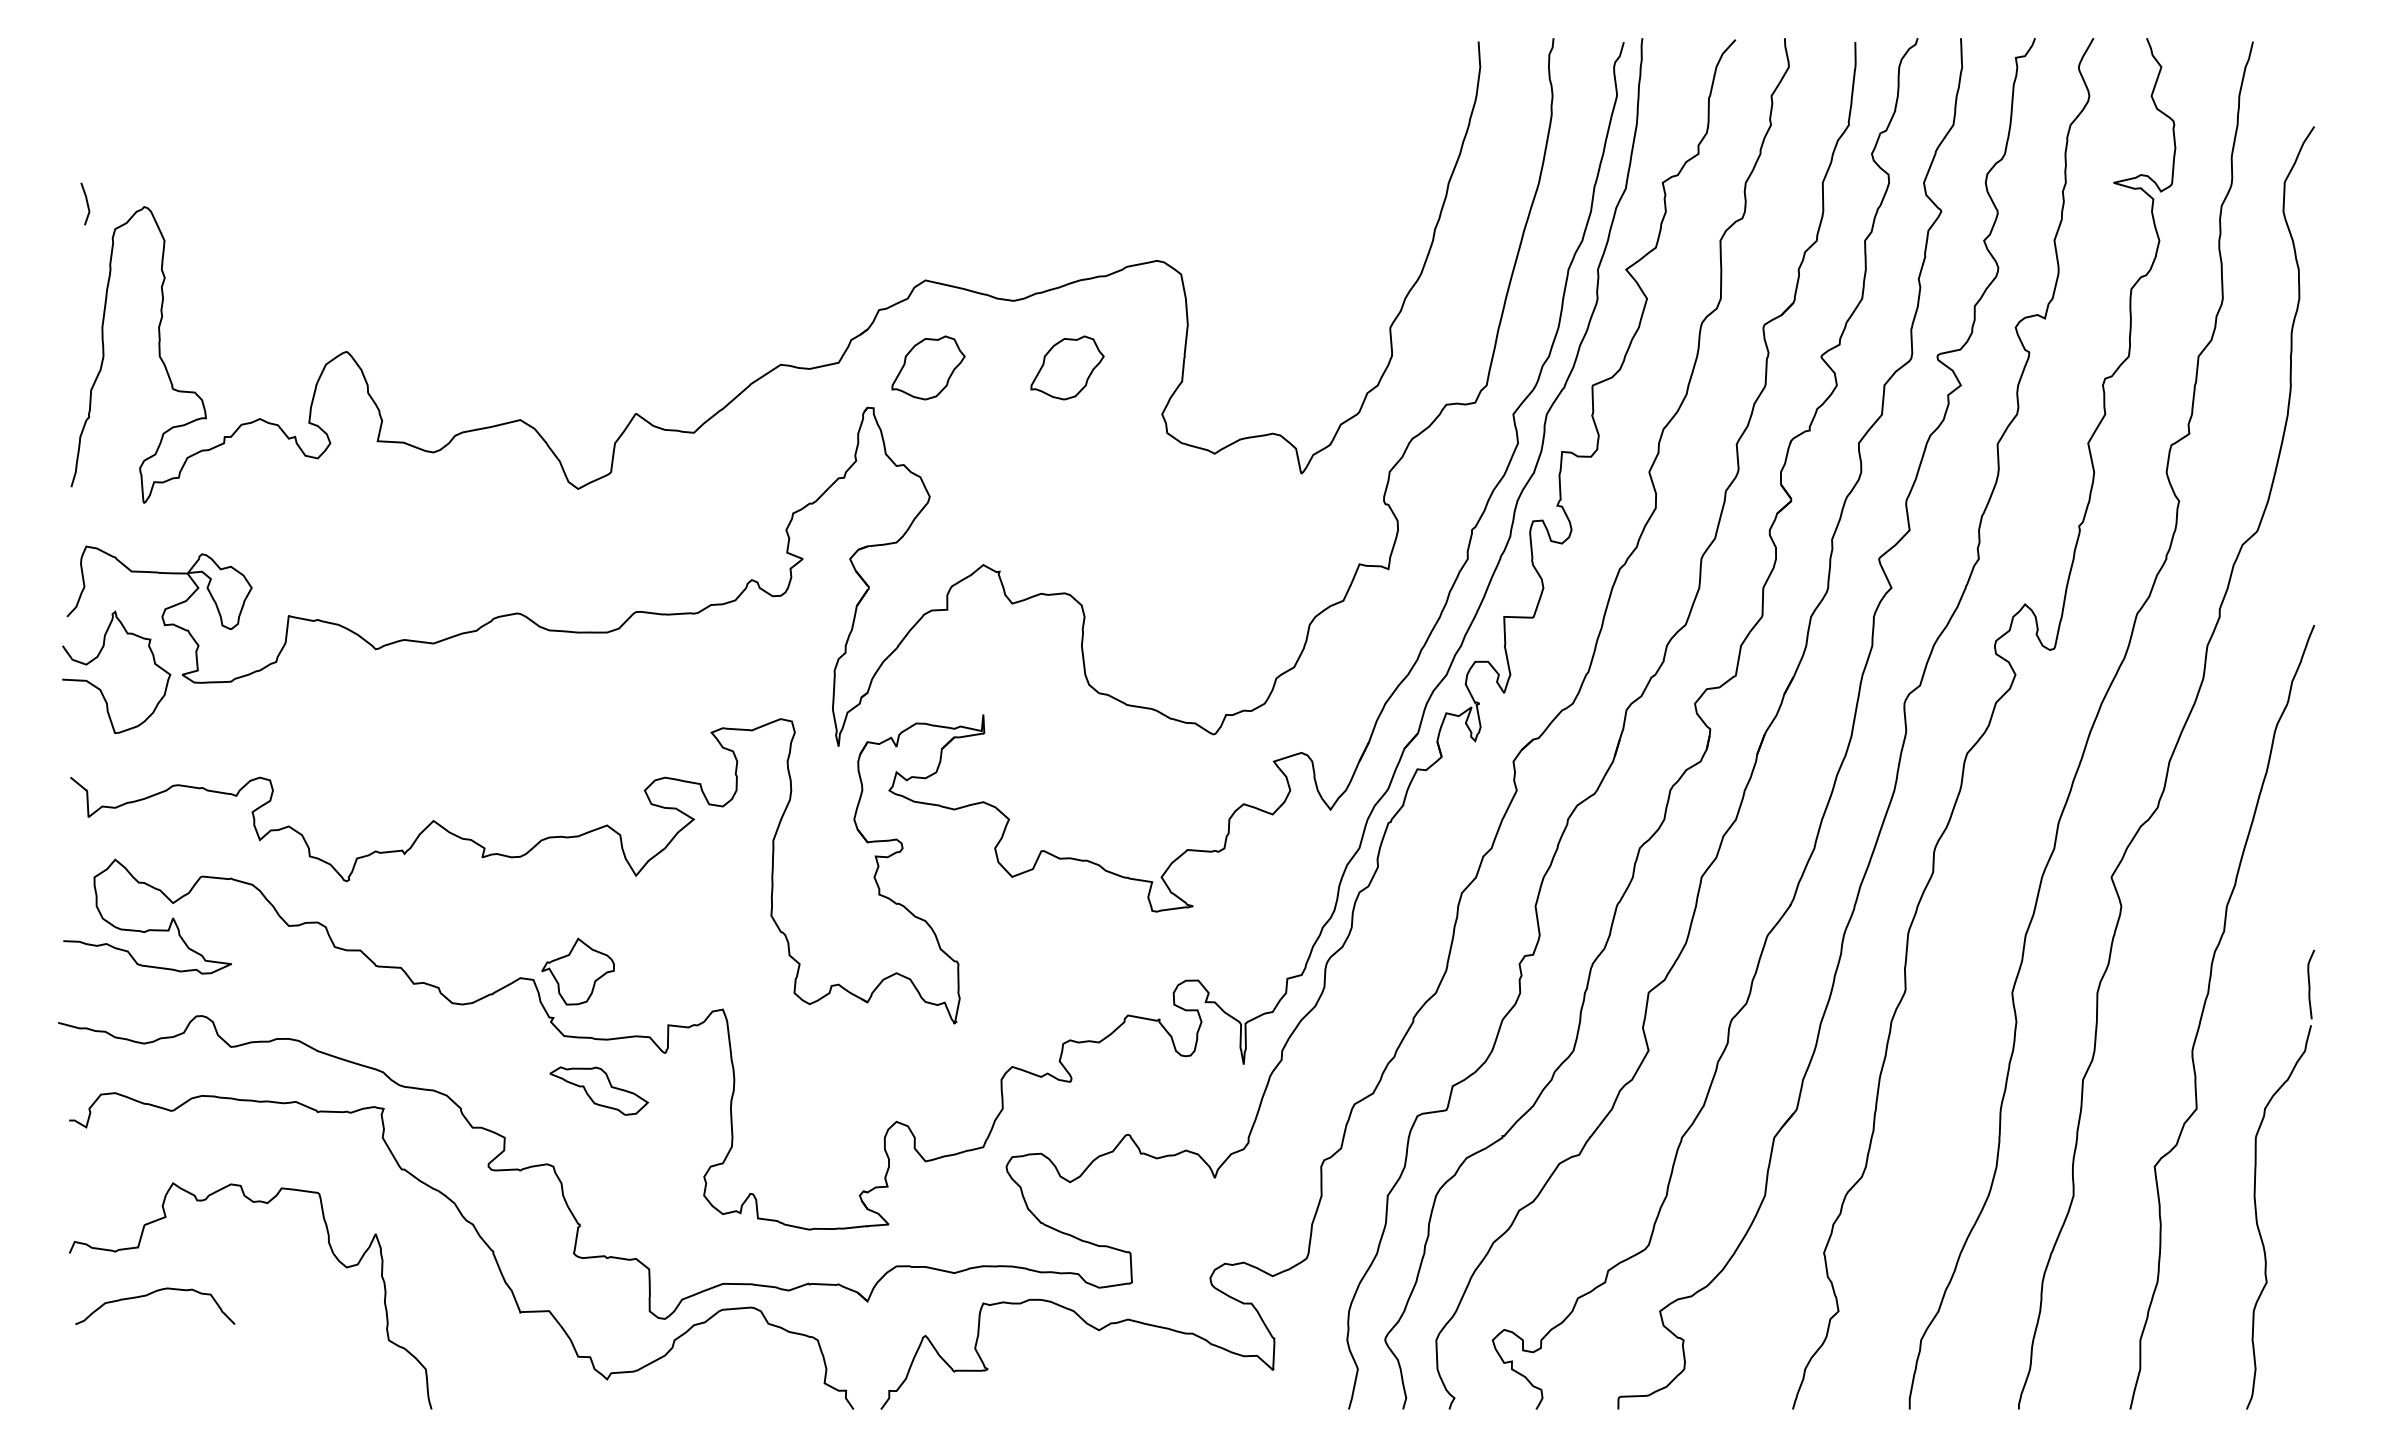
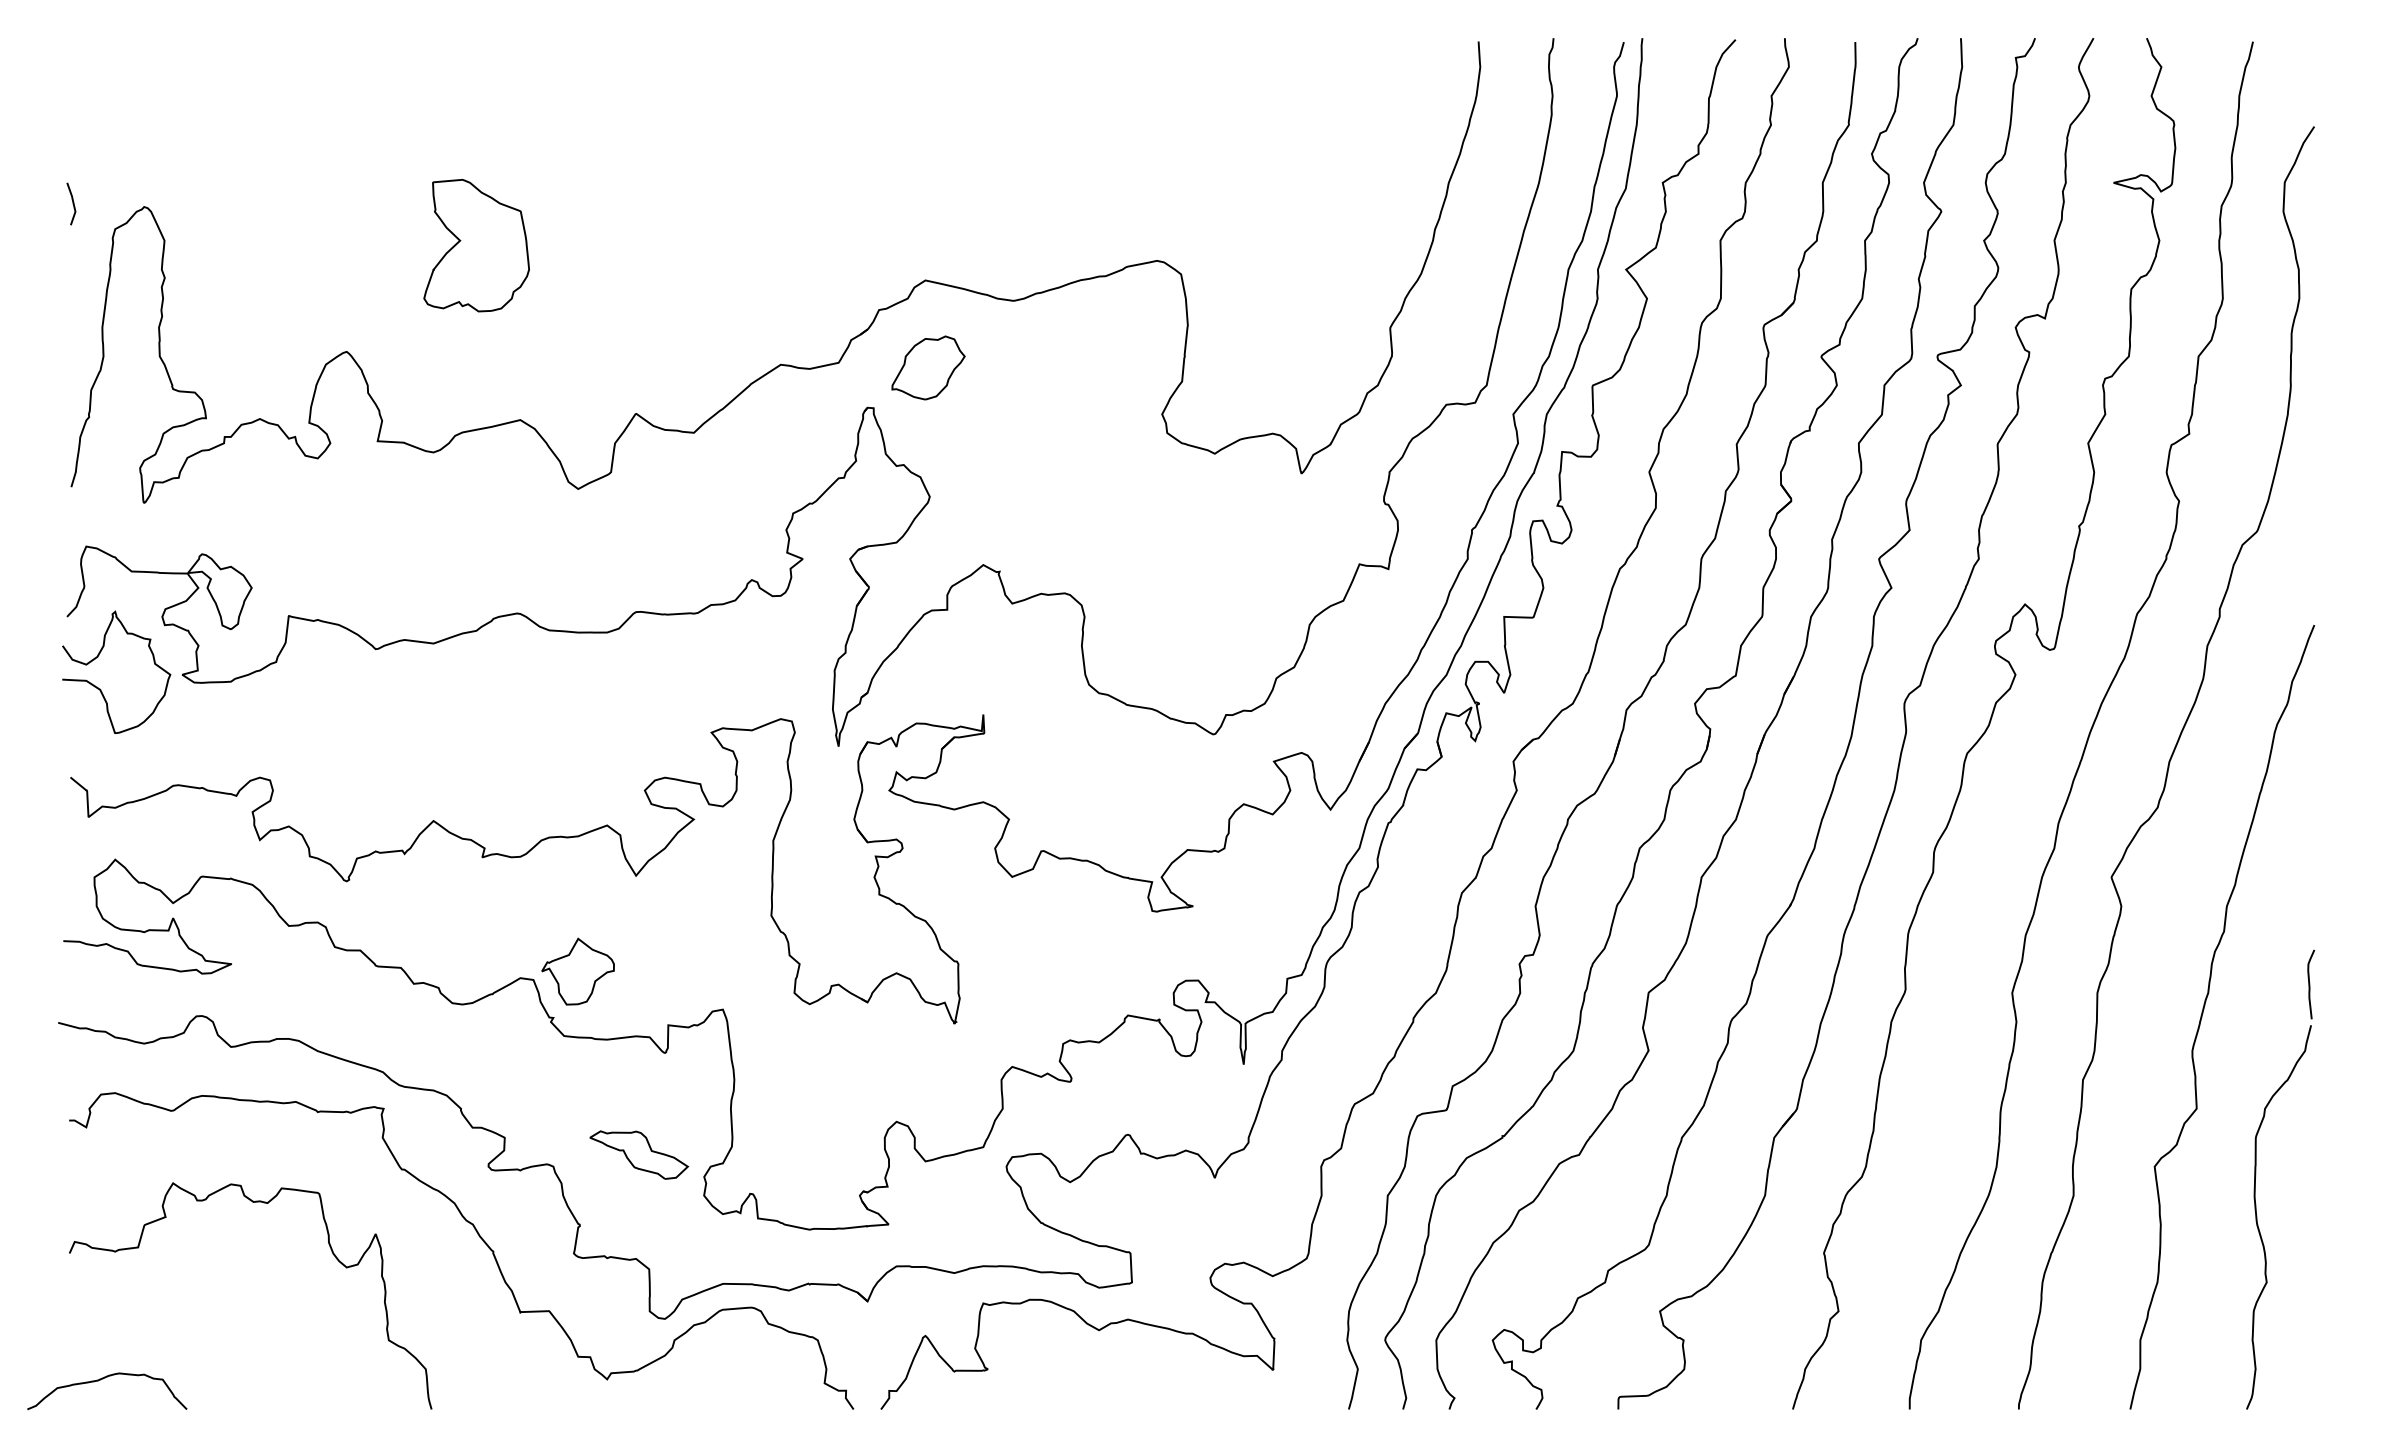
line at (86, 203) position: (86, 203) -> (72, 203)
part at (476, 245): none -> present
part at (1067, 367): present -> none
part at (599, 1090) position: (599, 1090) -> (639, 1154)
curve at (151, 1294) position: (151, 1294) -> (103, 1379)
